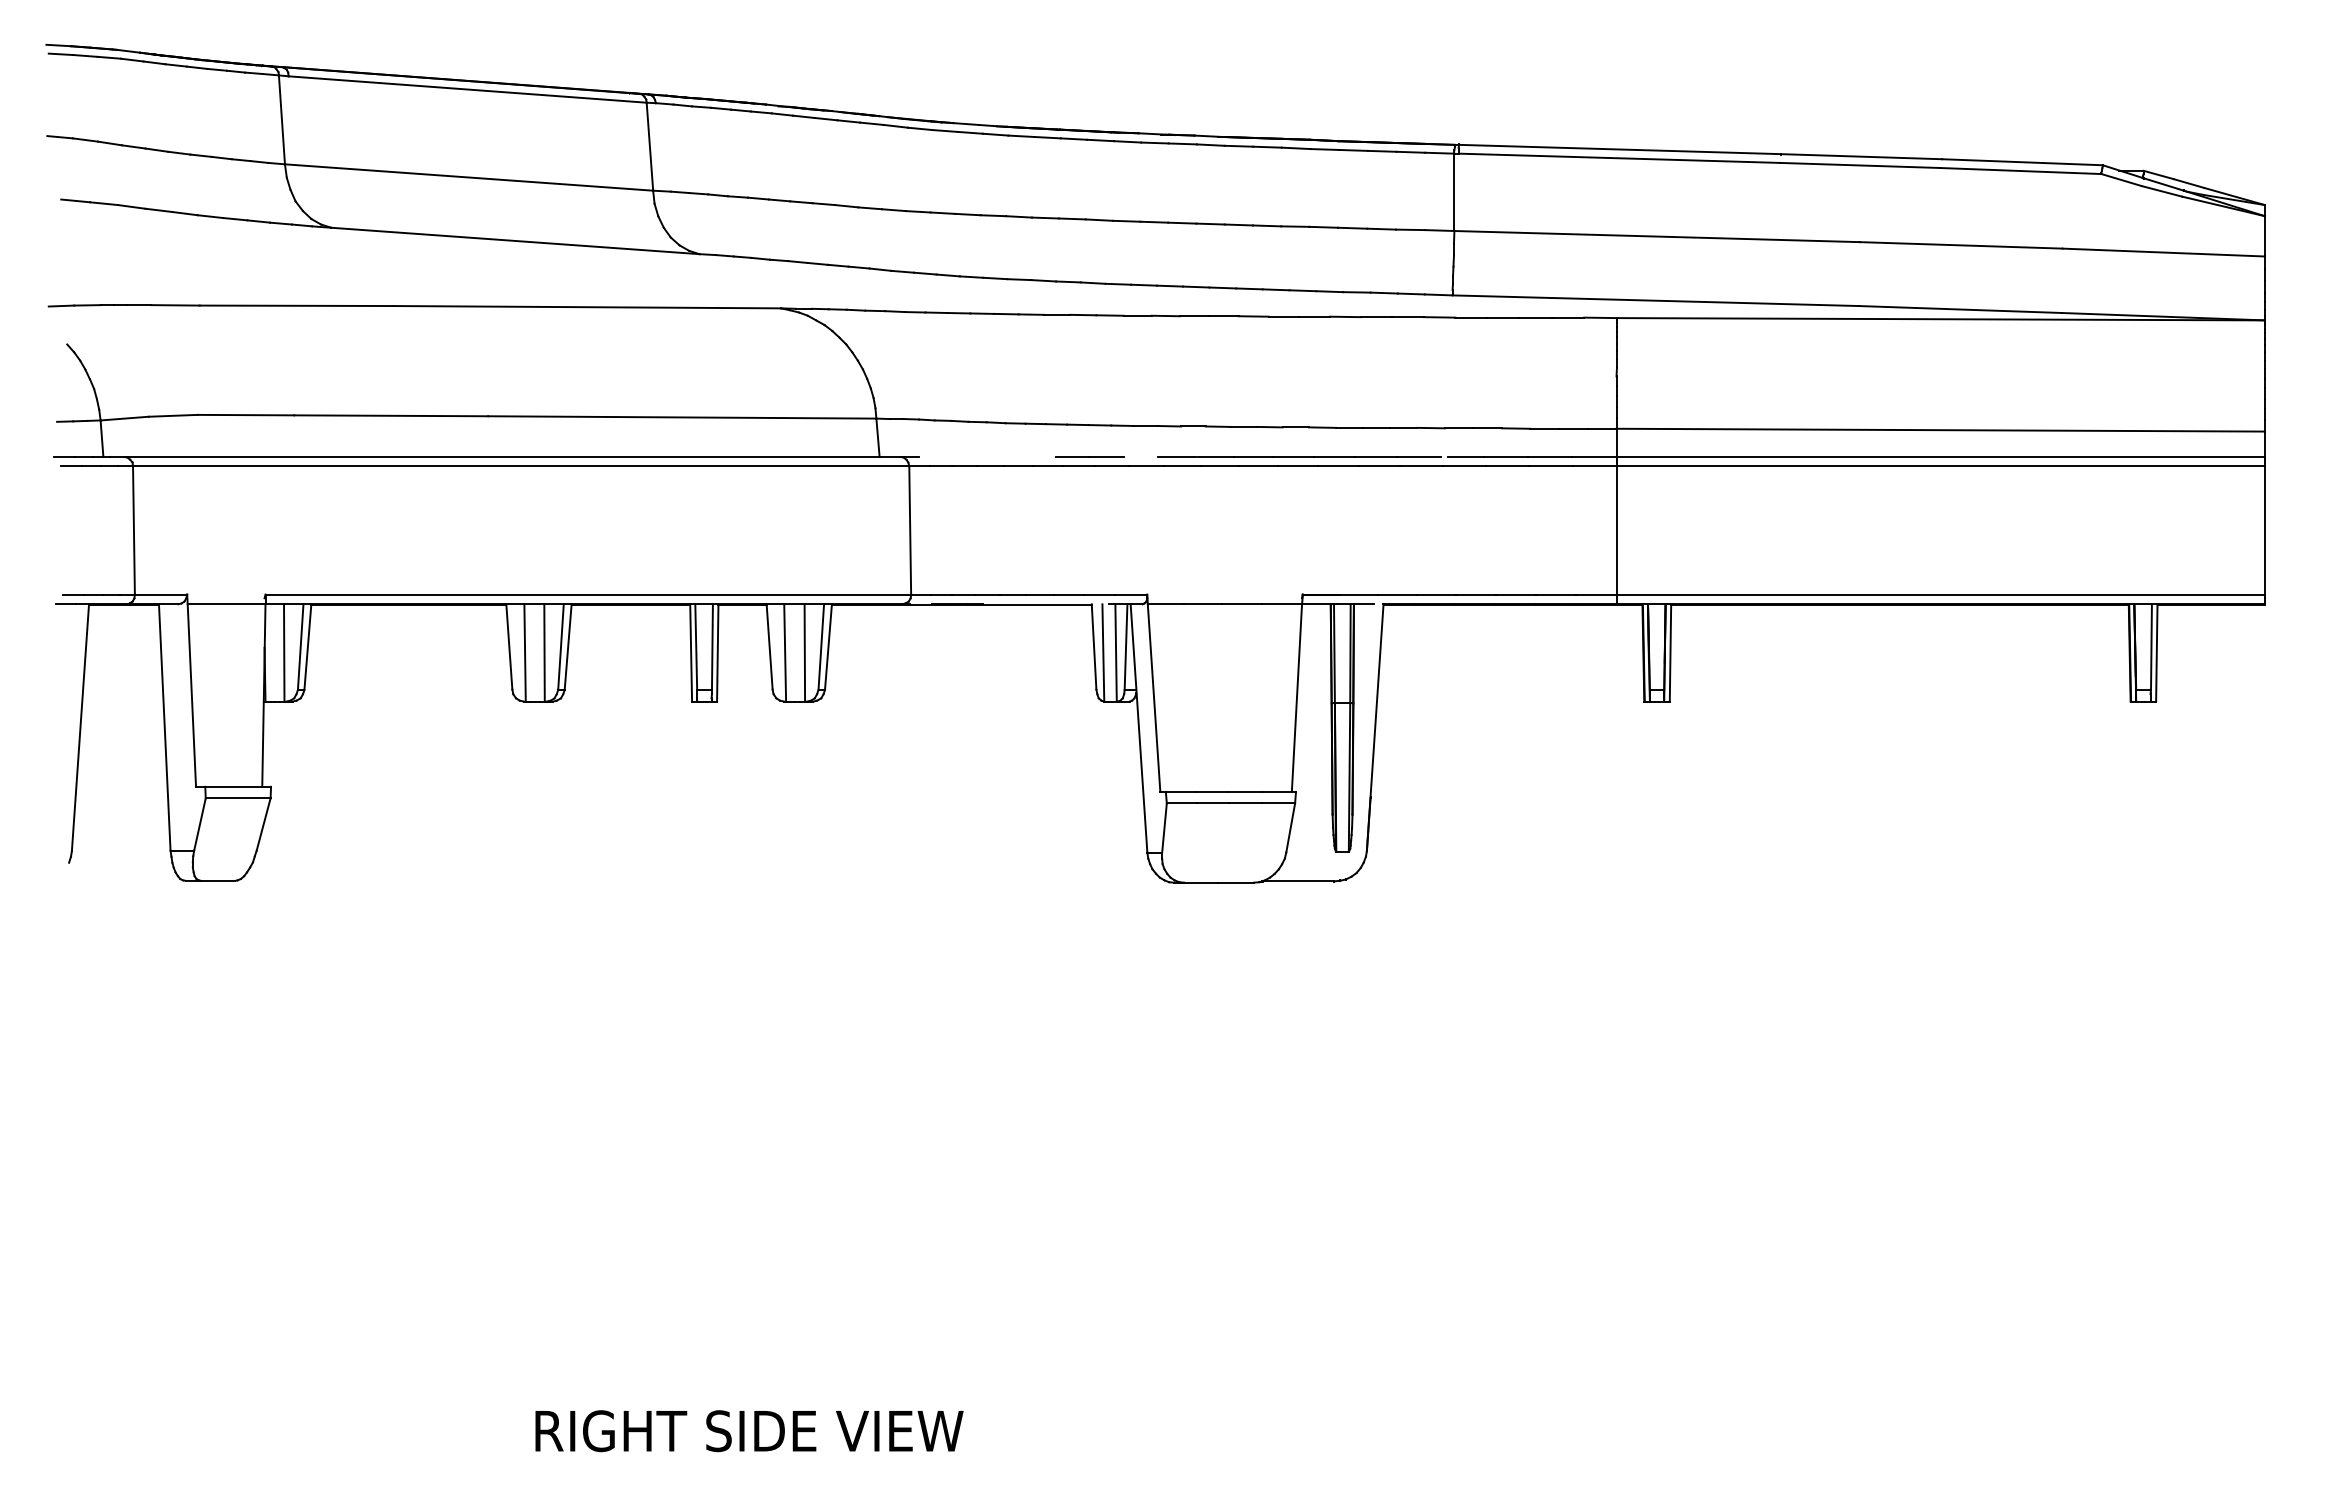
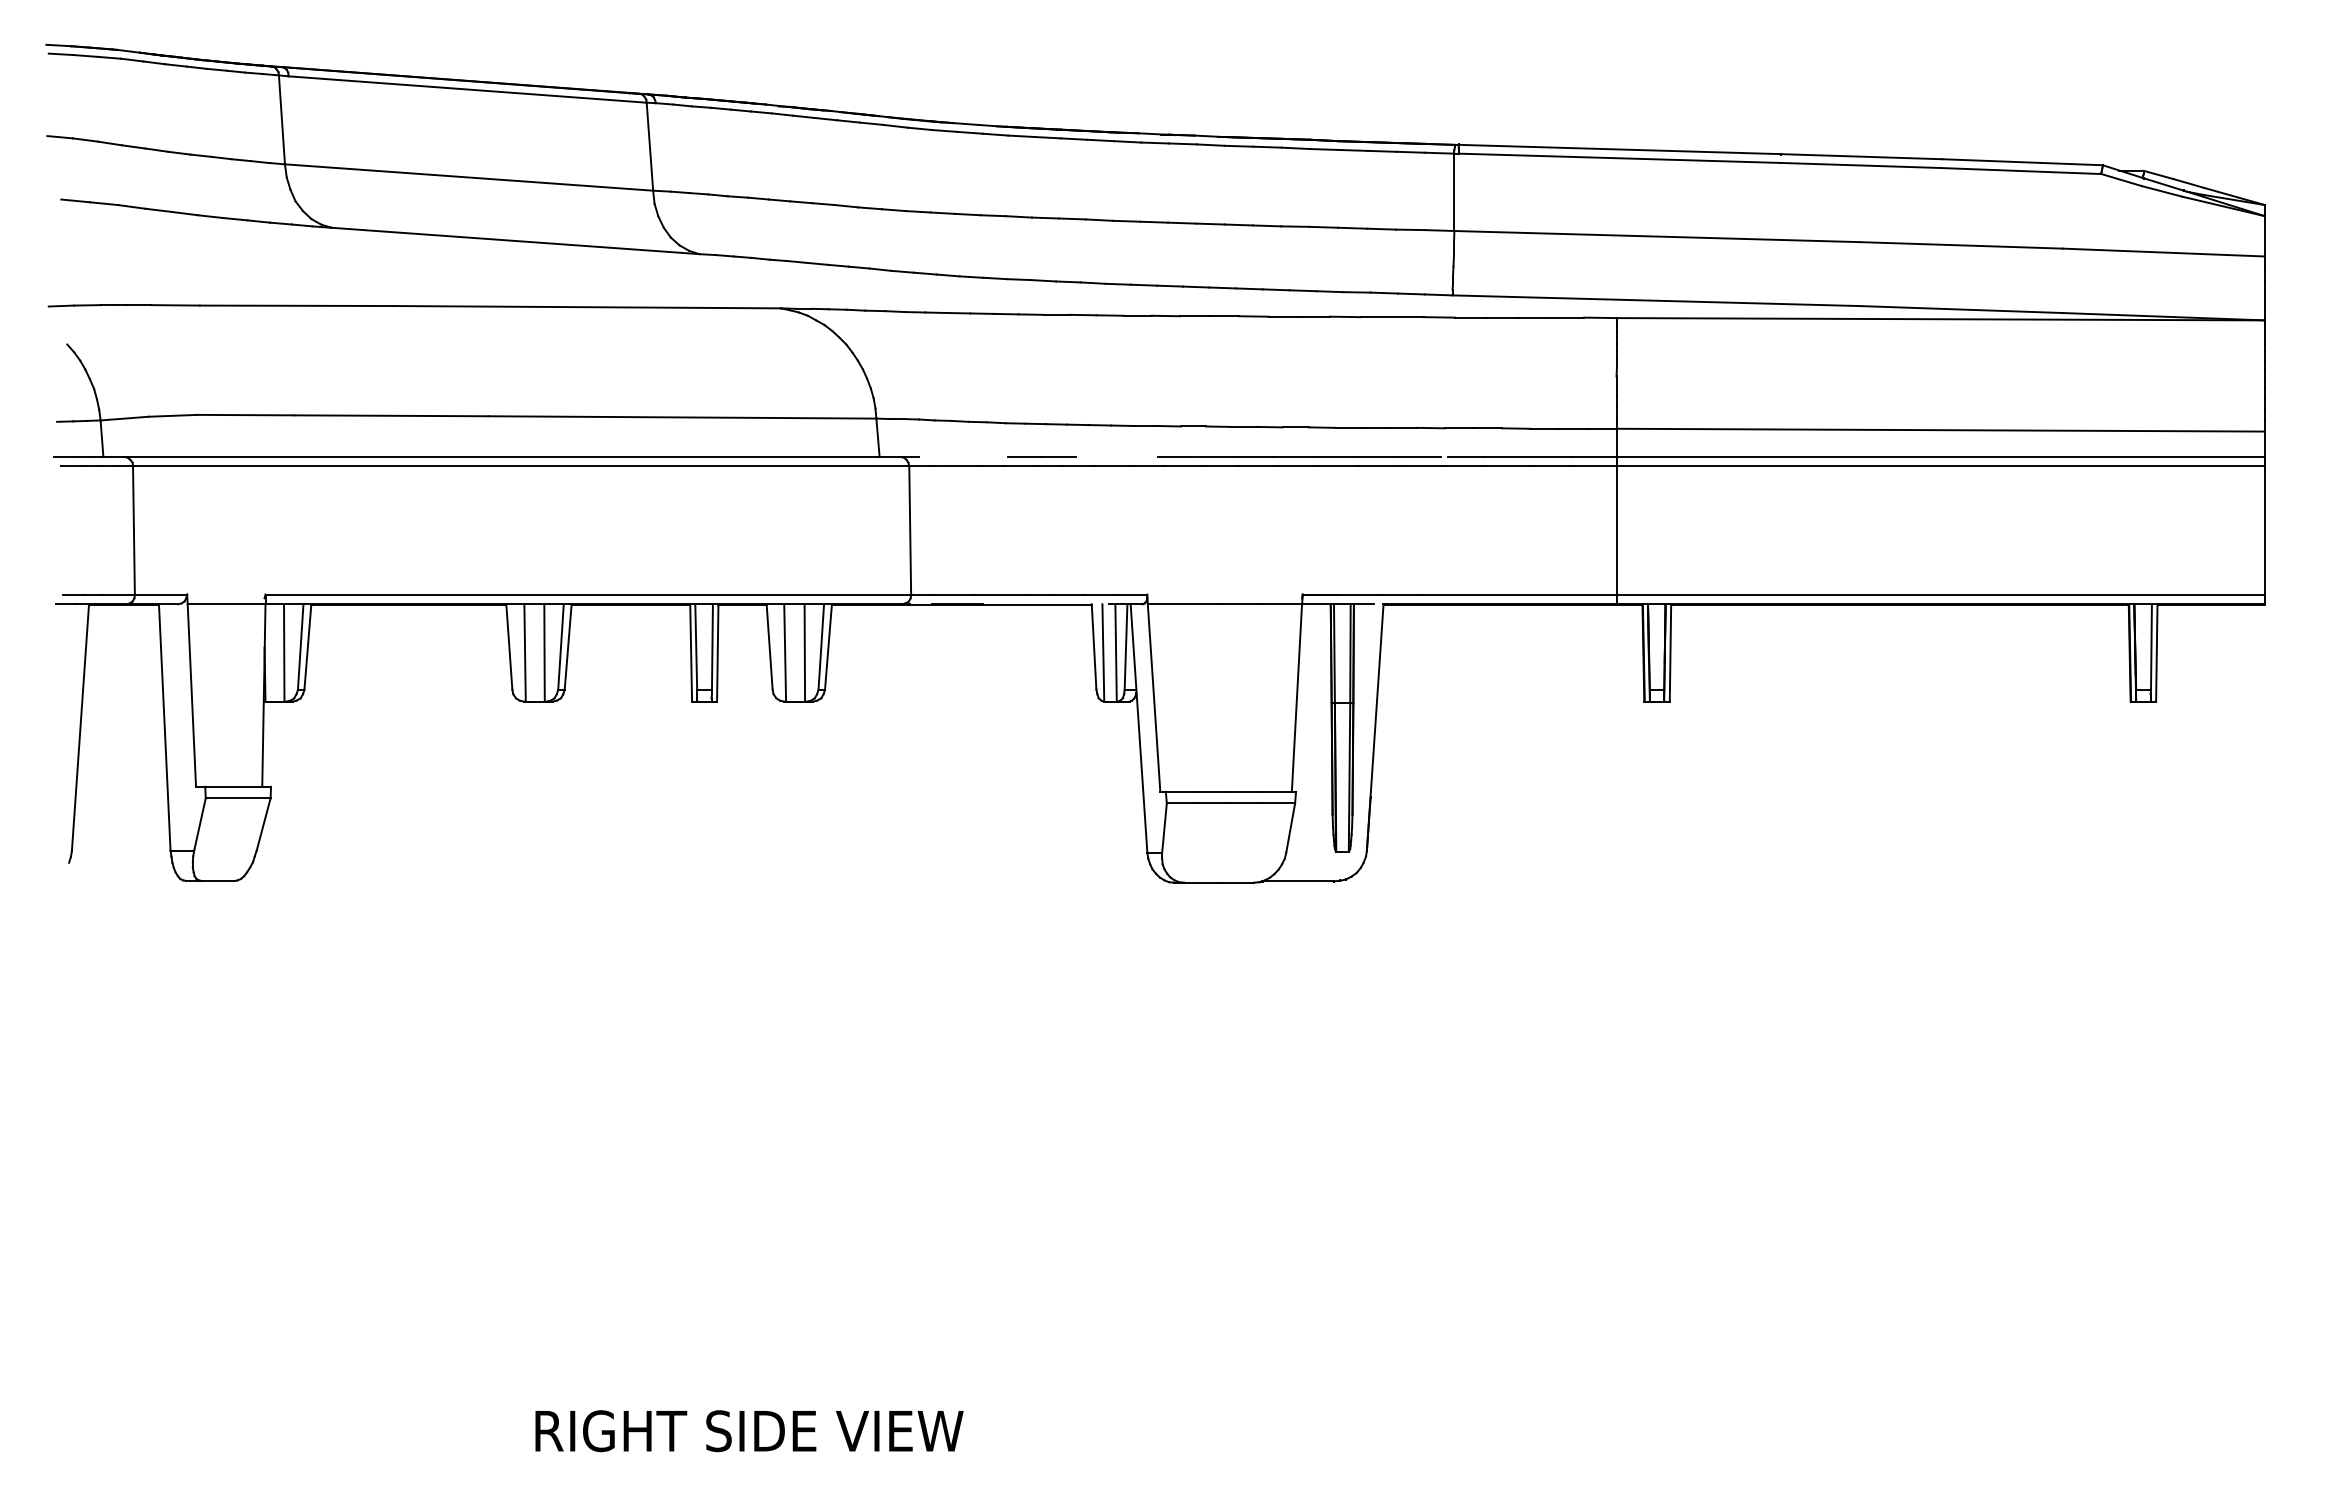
line at (1089, 456) position: (1089, 456) -> (1041, 456)
